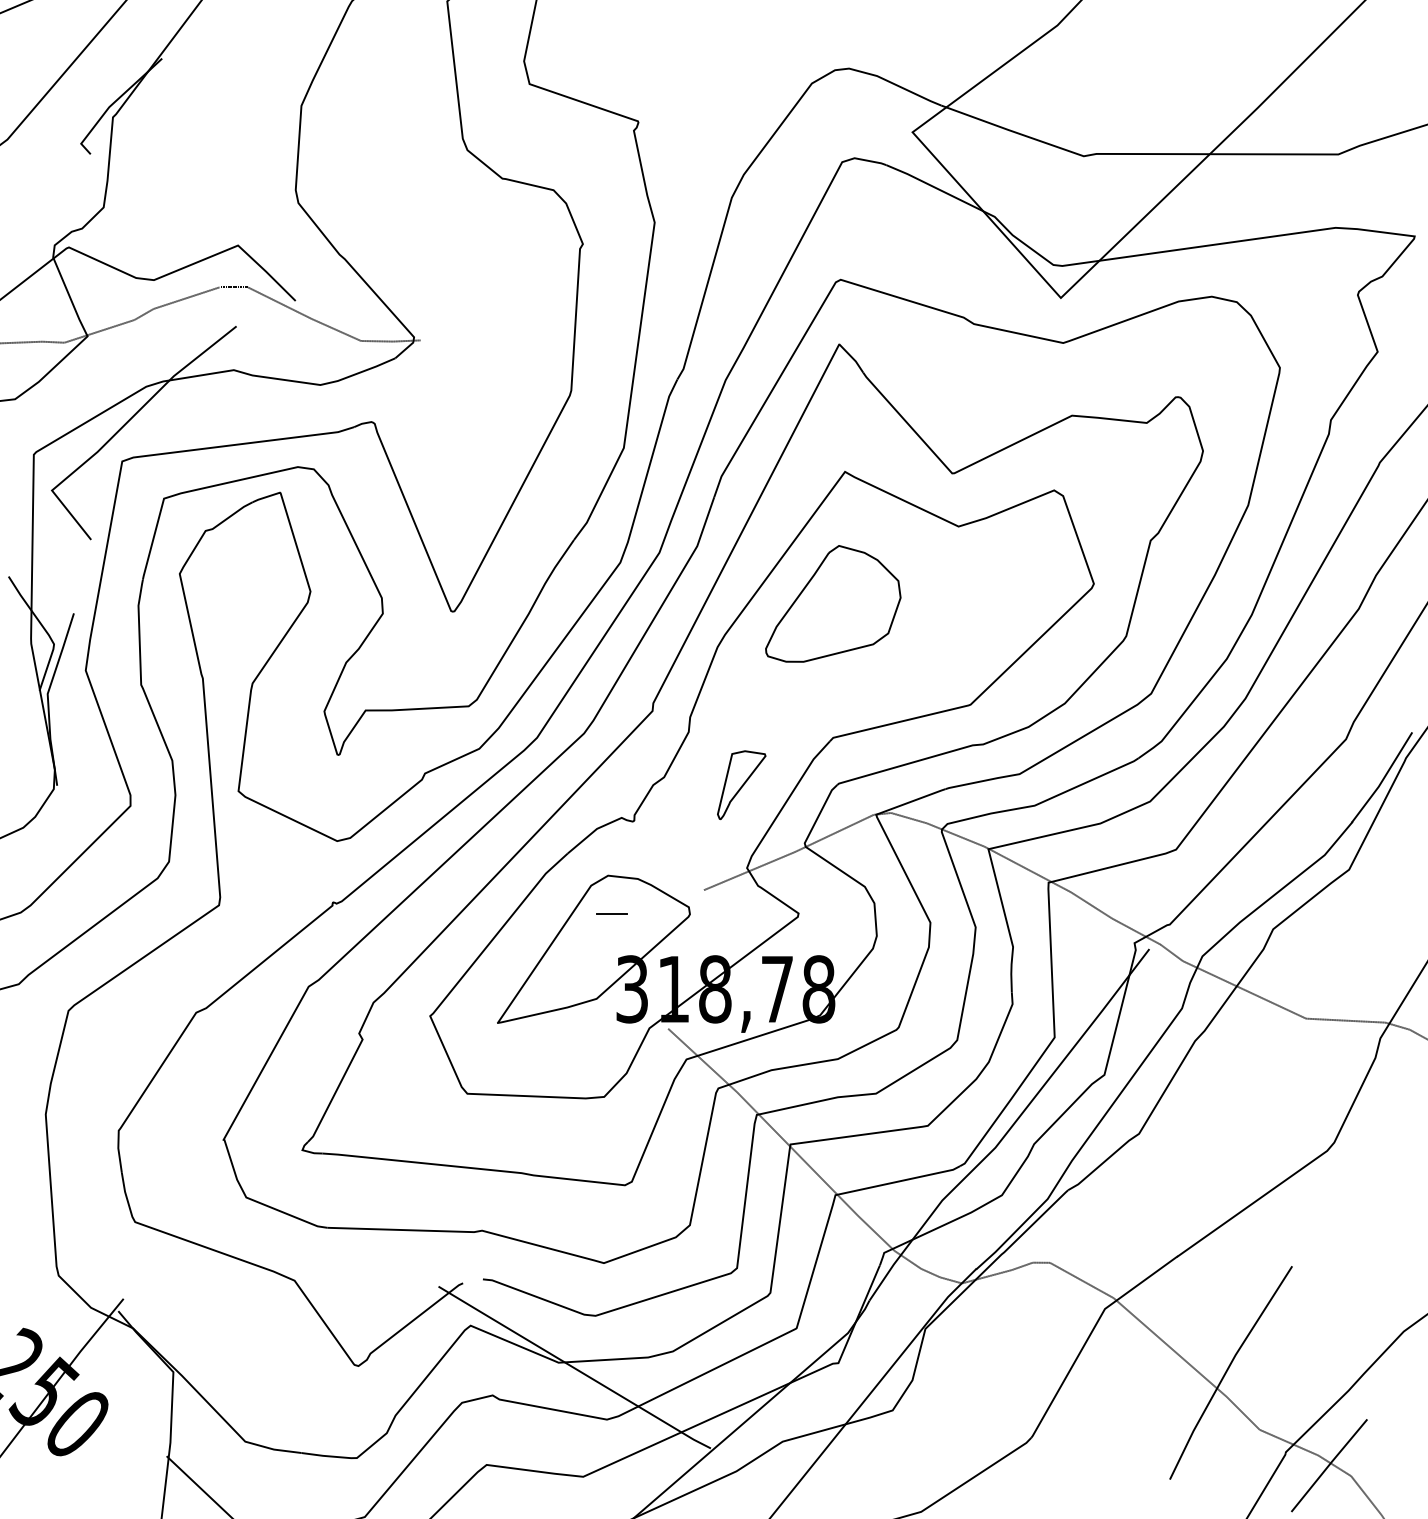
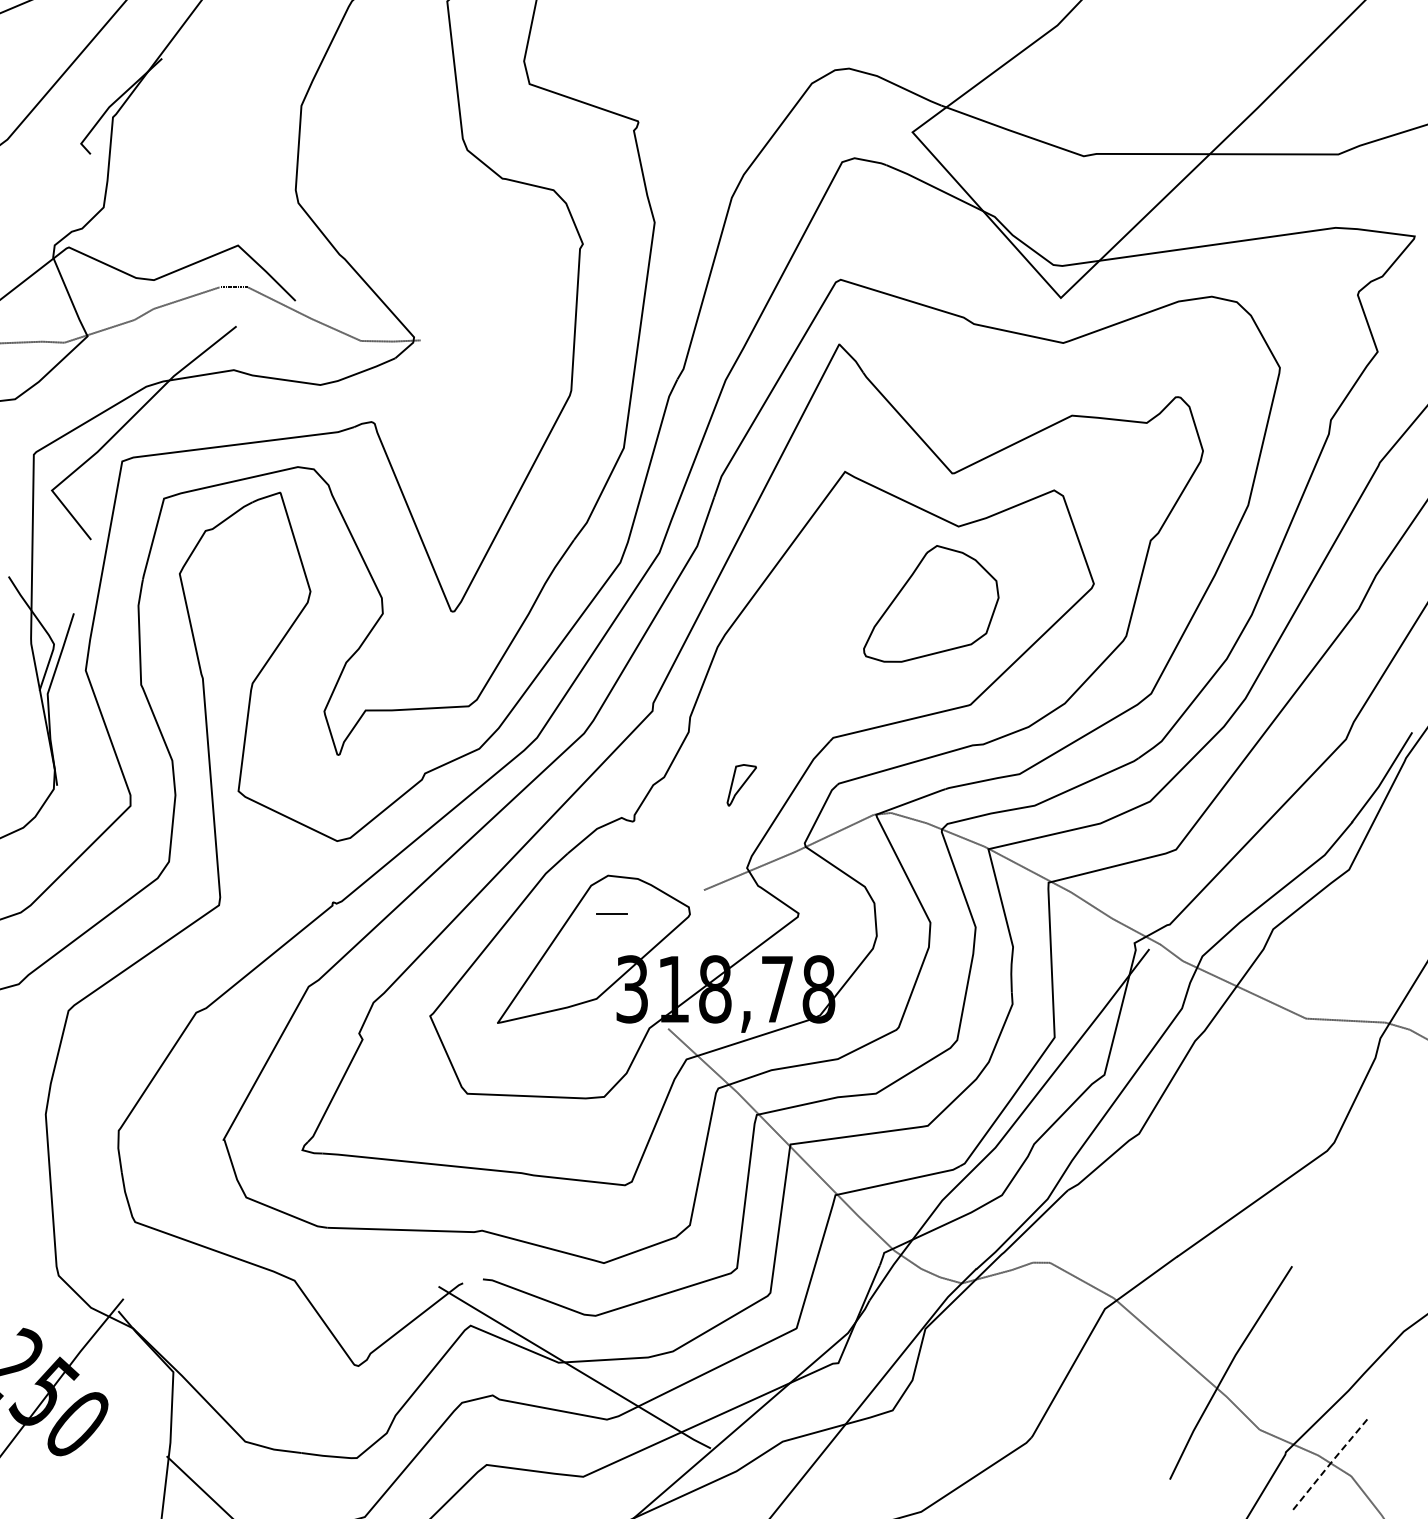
part at (833, 603) position: (833, 603) -> (931, 603)
part at (741, 785) size: 50x71 px -> 31x43 px
line at (1329, 1465): solid -> dashed
